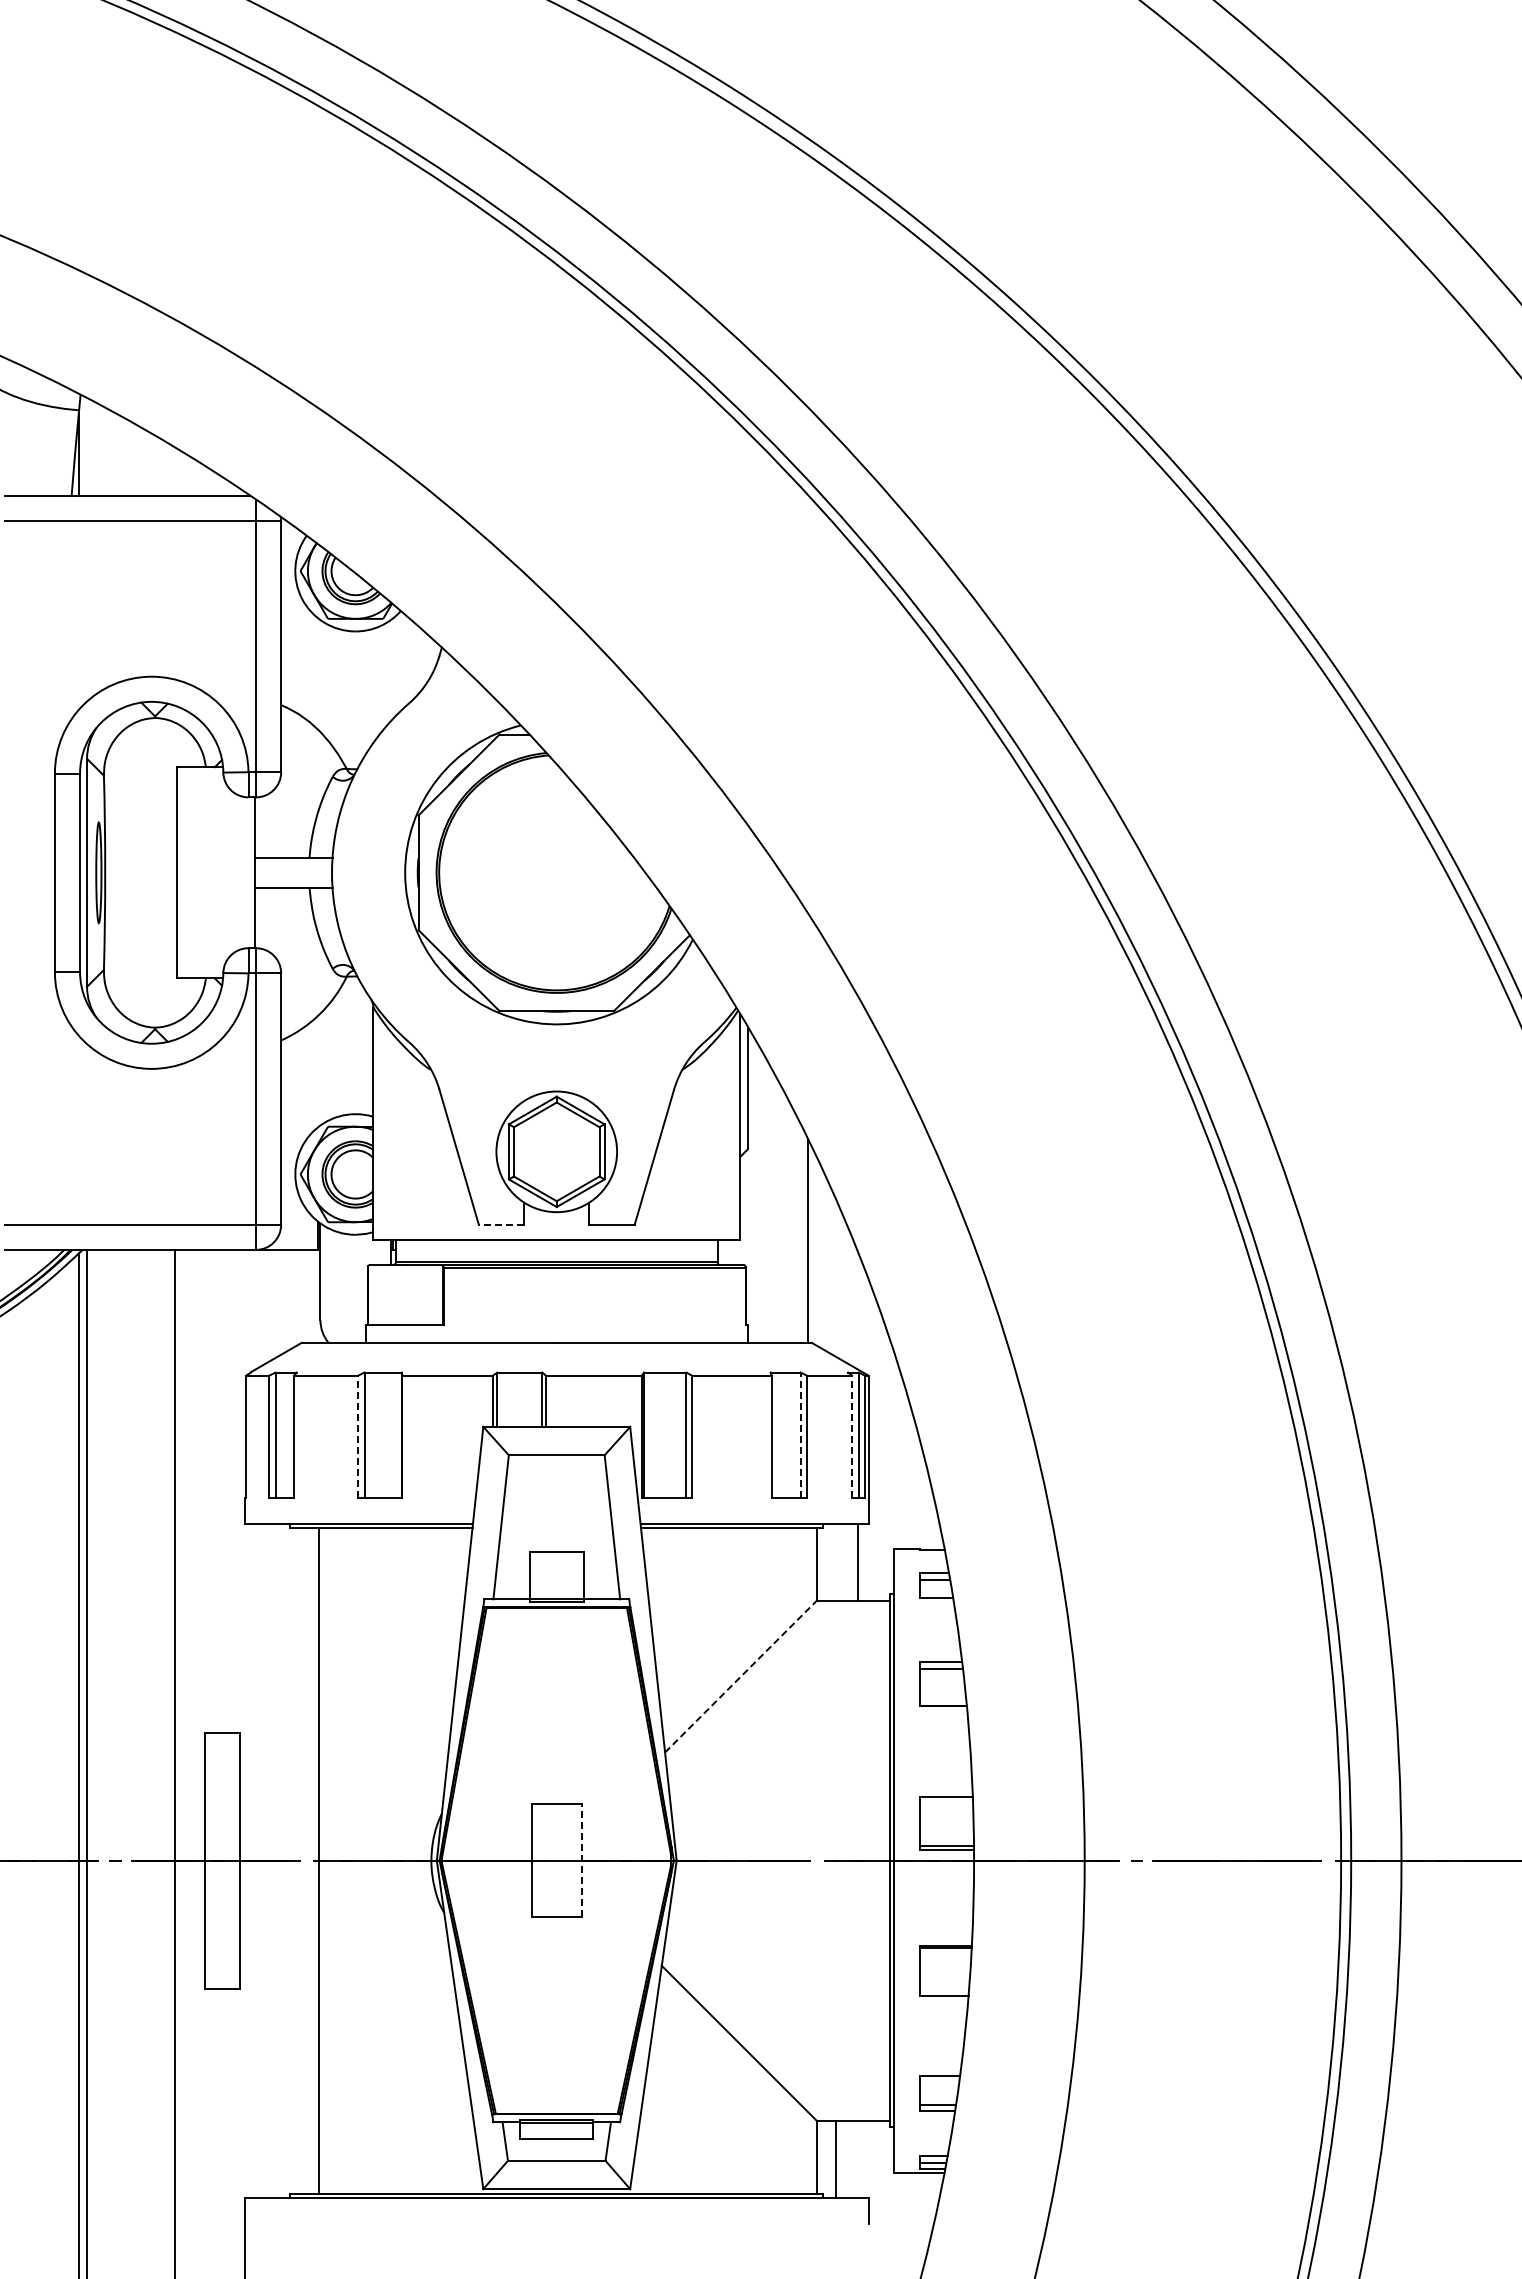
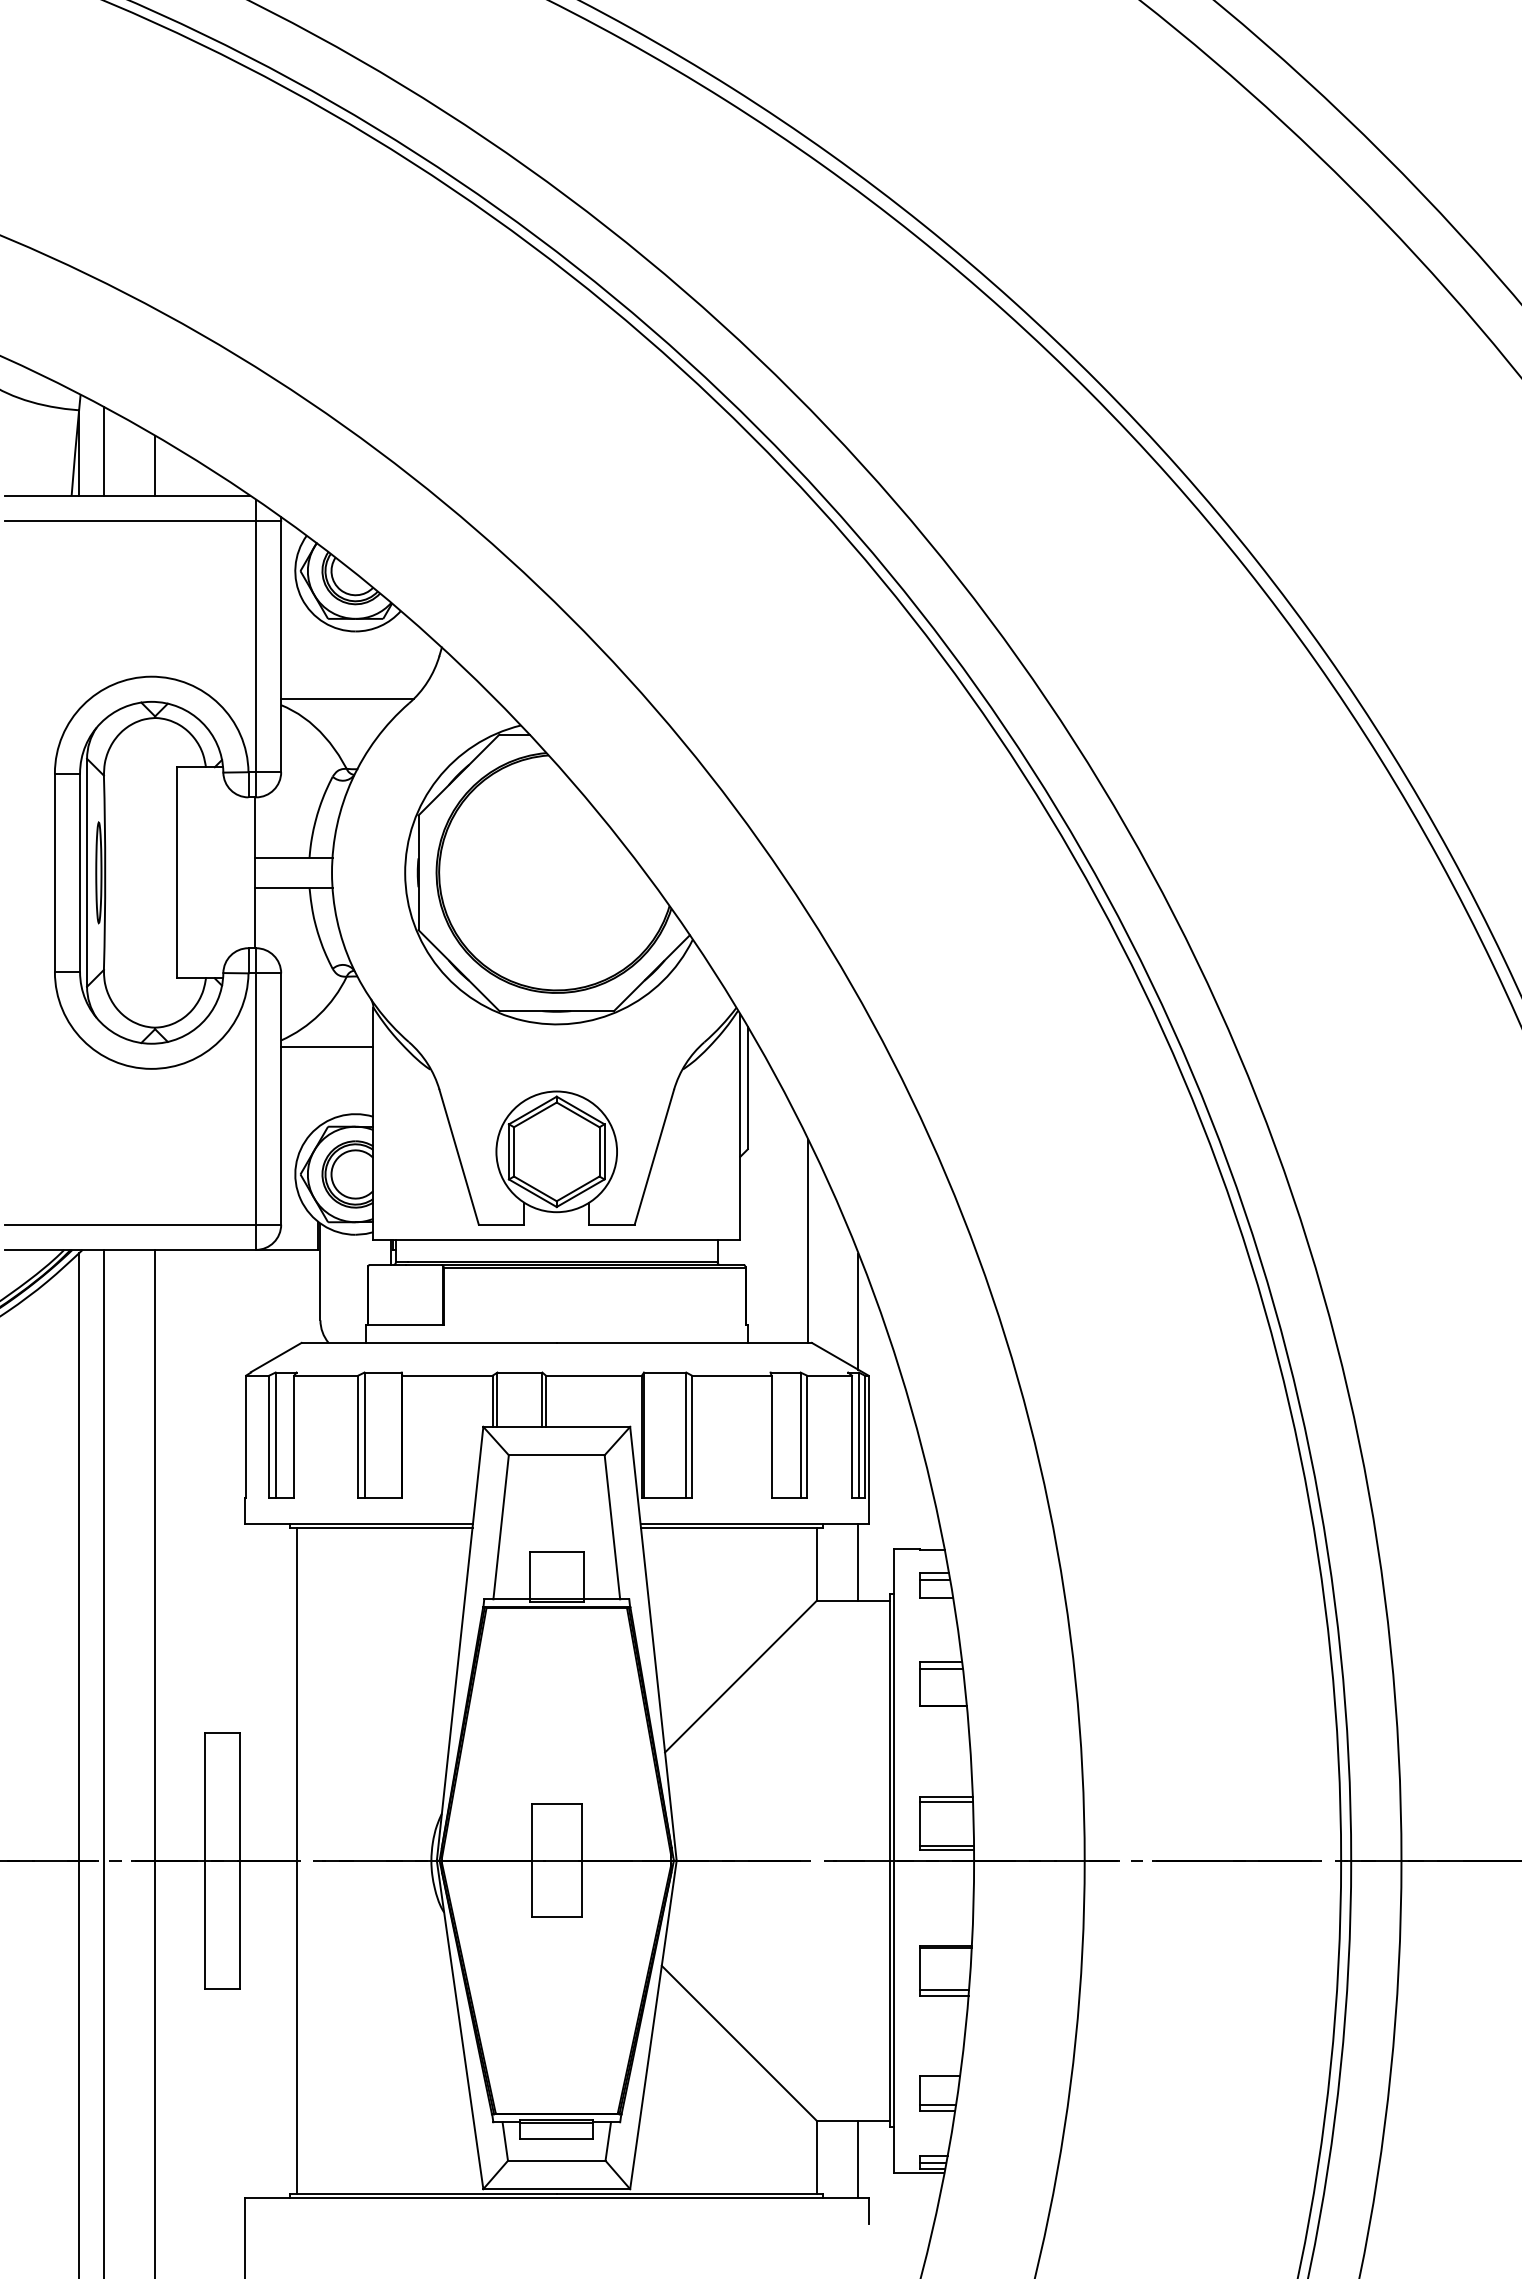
line at (104, 451): none -> present
line at (154, 465): none -> present
line at (347, 698): none -> present
line at (327, 1046): none -> present
line at (501, 1224): dashed -> solid
line at (858, 1311): none -> present
line at (800, 1435): dashed -> solid
line at (358, 1436): dashed -> solid
line at (851, 1436): dashed -> solid
line at (741, 1676): dashed -> solid
line at (87, 1762) position: (87, 1762) -> (104, 1762)
line at (174, 1762) position: (174, 1762) -> (154, 1762)
line at (946, 1801): none -> present
line at (318, 1860) position: (318, 1860) -> (296, 1860)
line at (581, 1860): dashed -> solid
line at (944, 1990): none -> present
line at (836, 2159) position: (836, 2159) -> (858, 2159)
